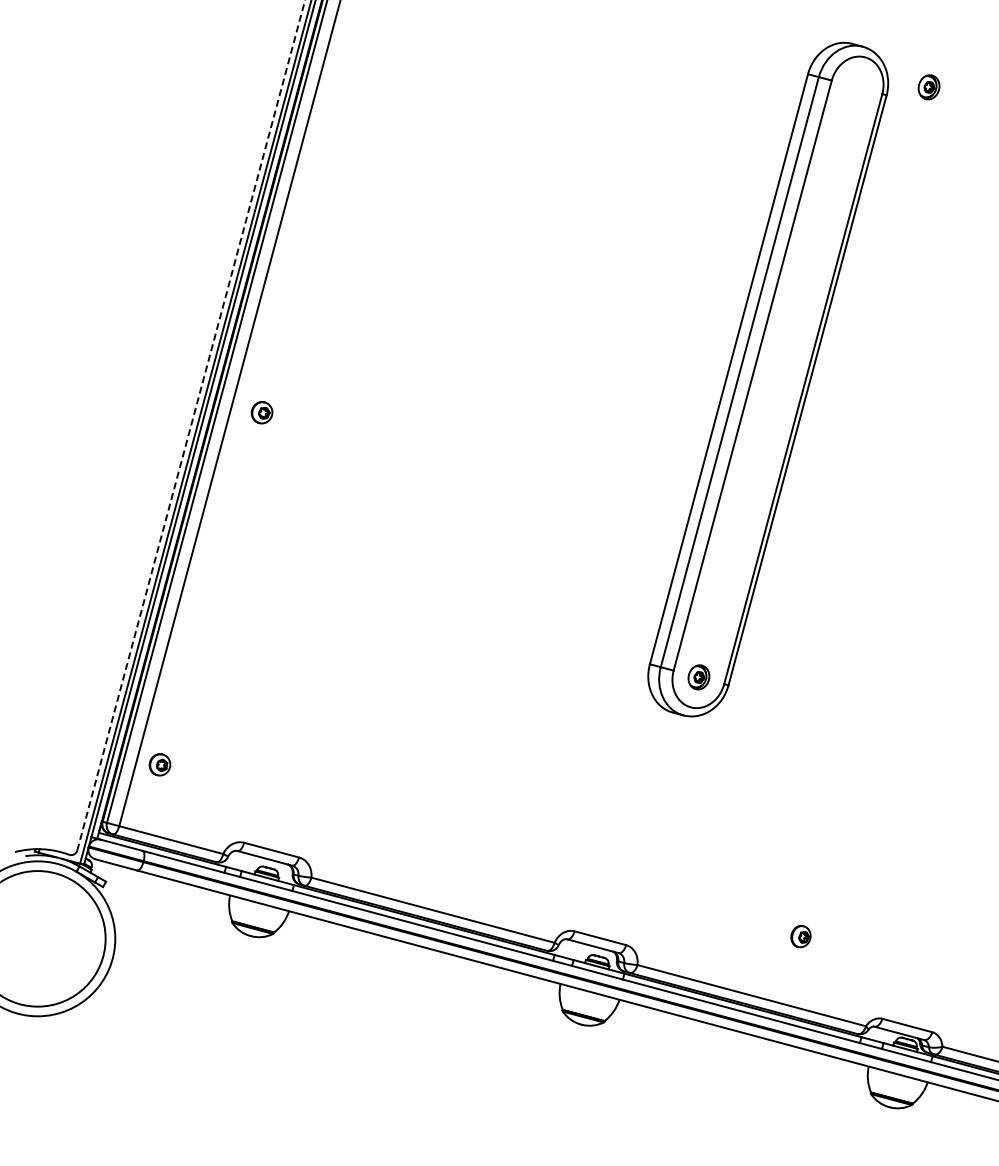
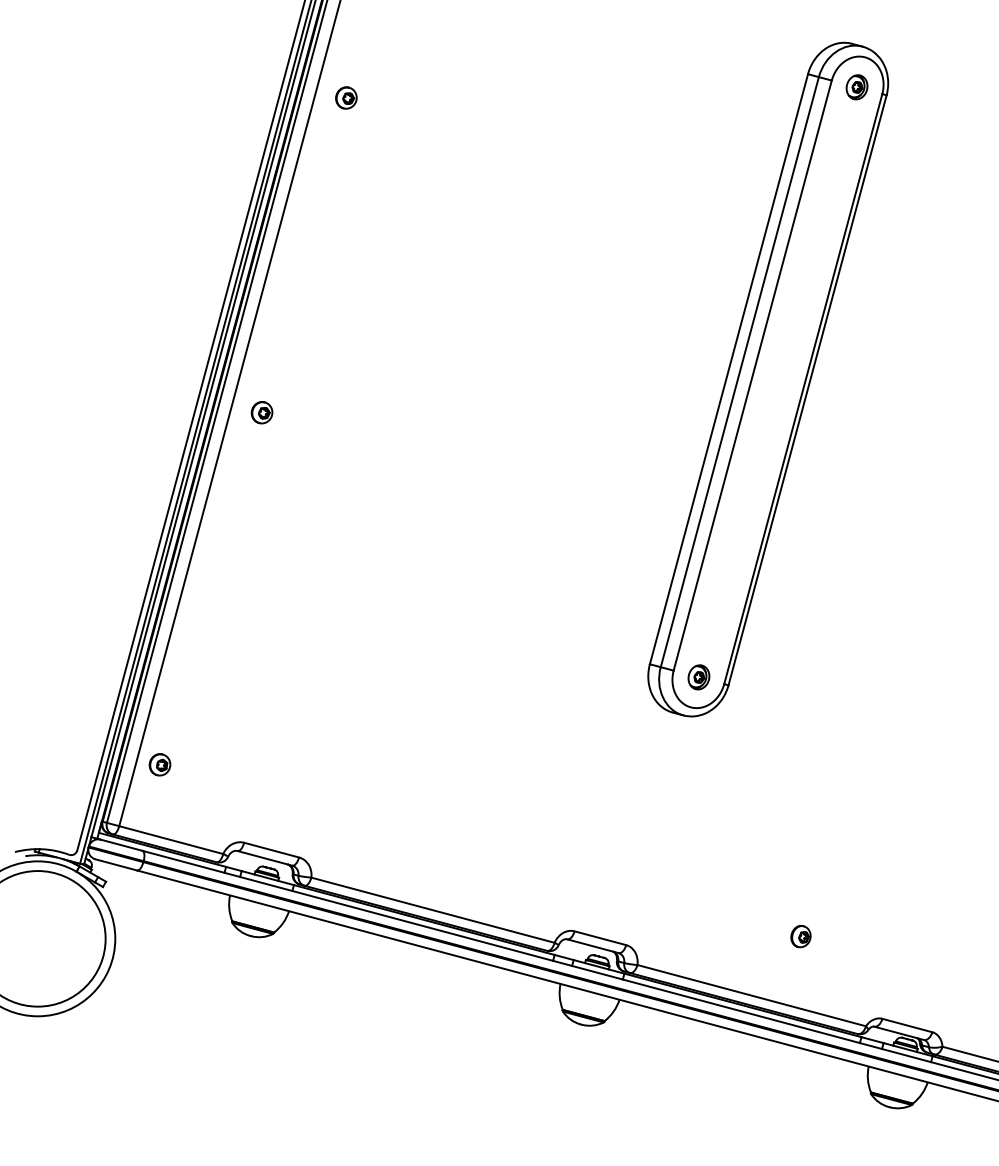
part at (928, 87) position: (928, 87) -> (856, 87)
part at (346, 97): none -> present
line at (191, 425): dashed -> solid
